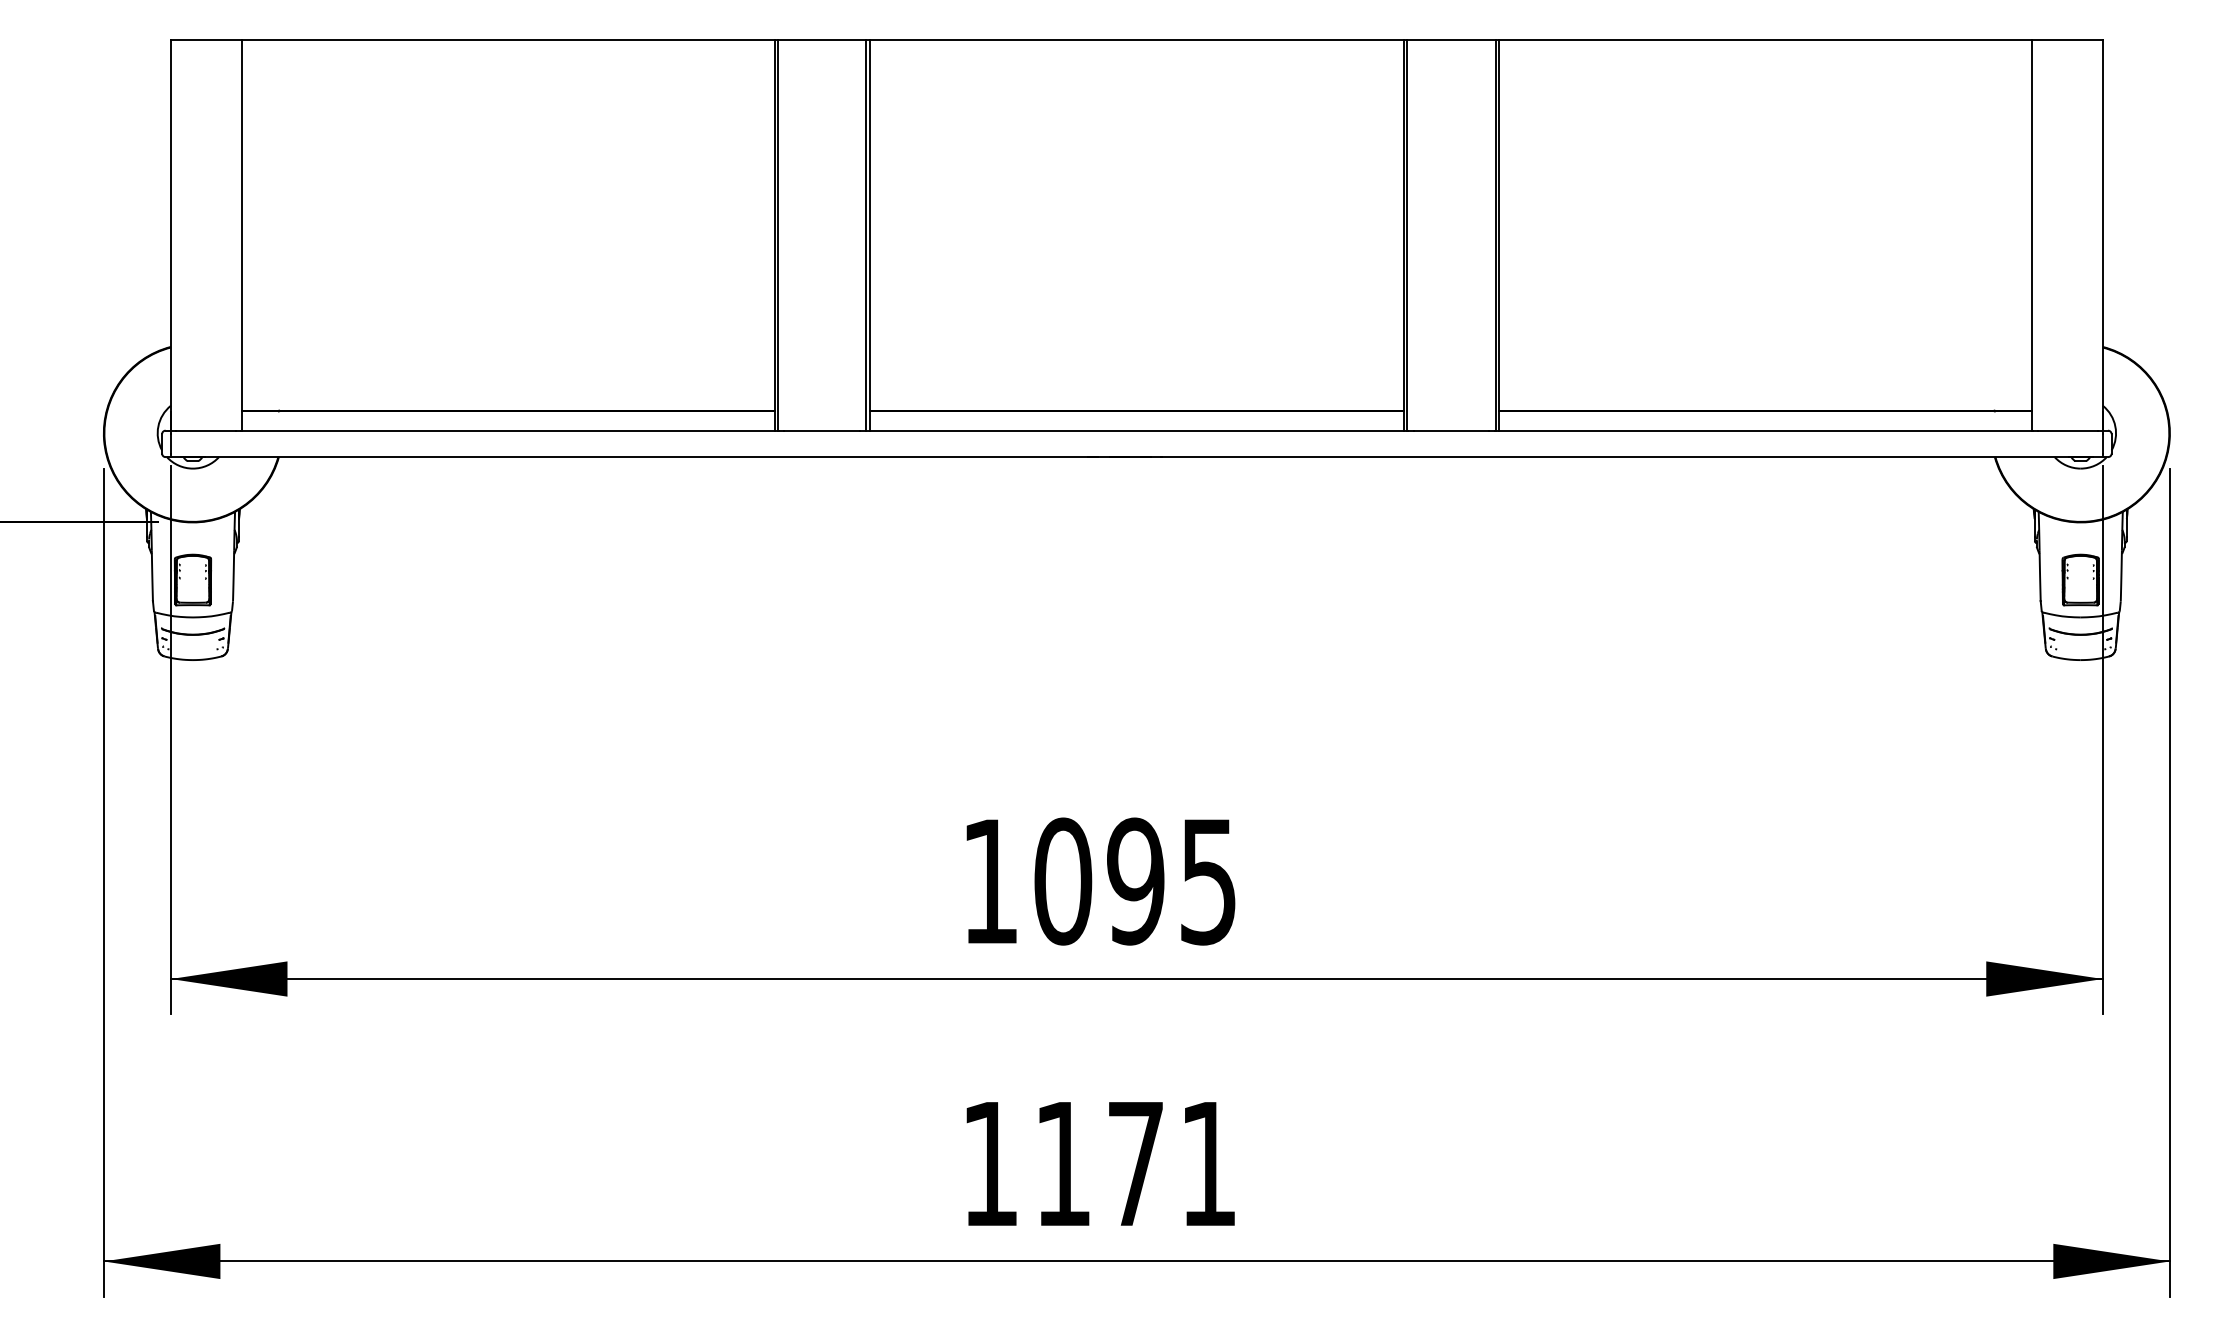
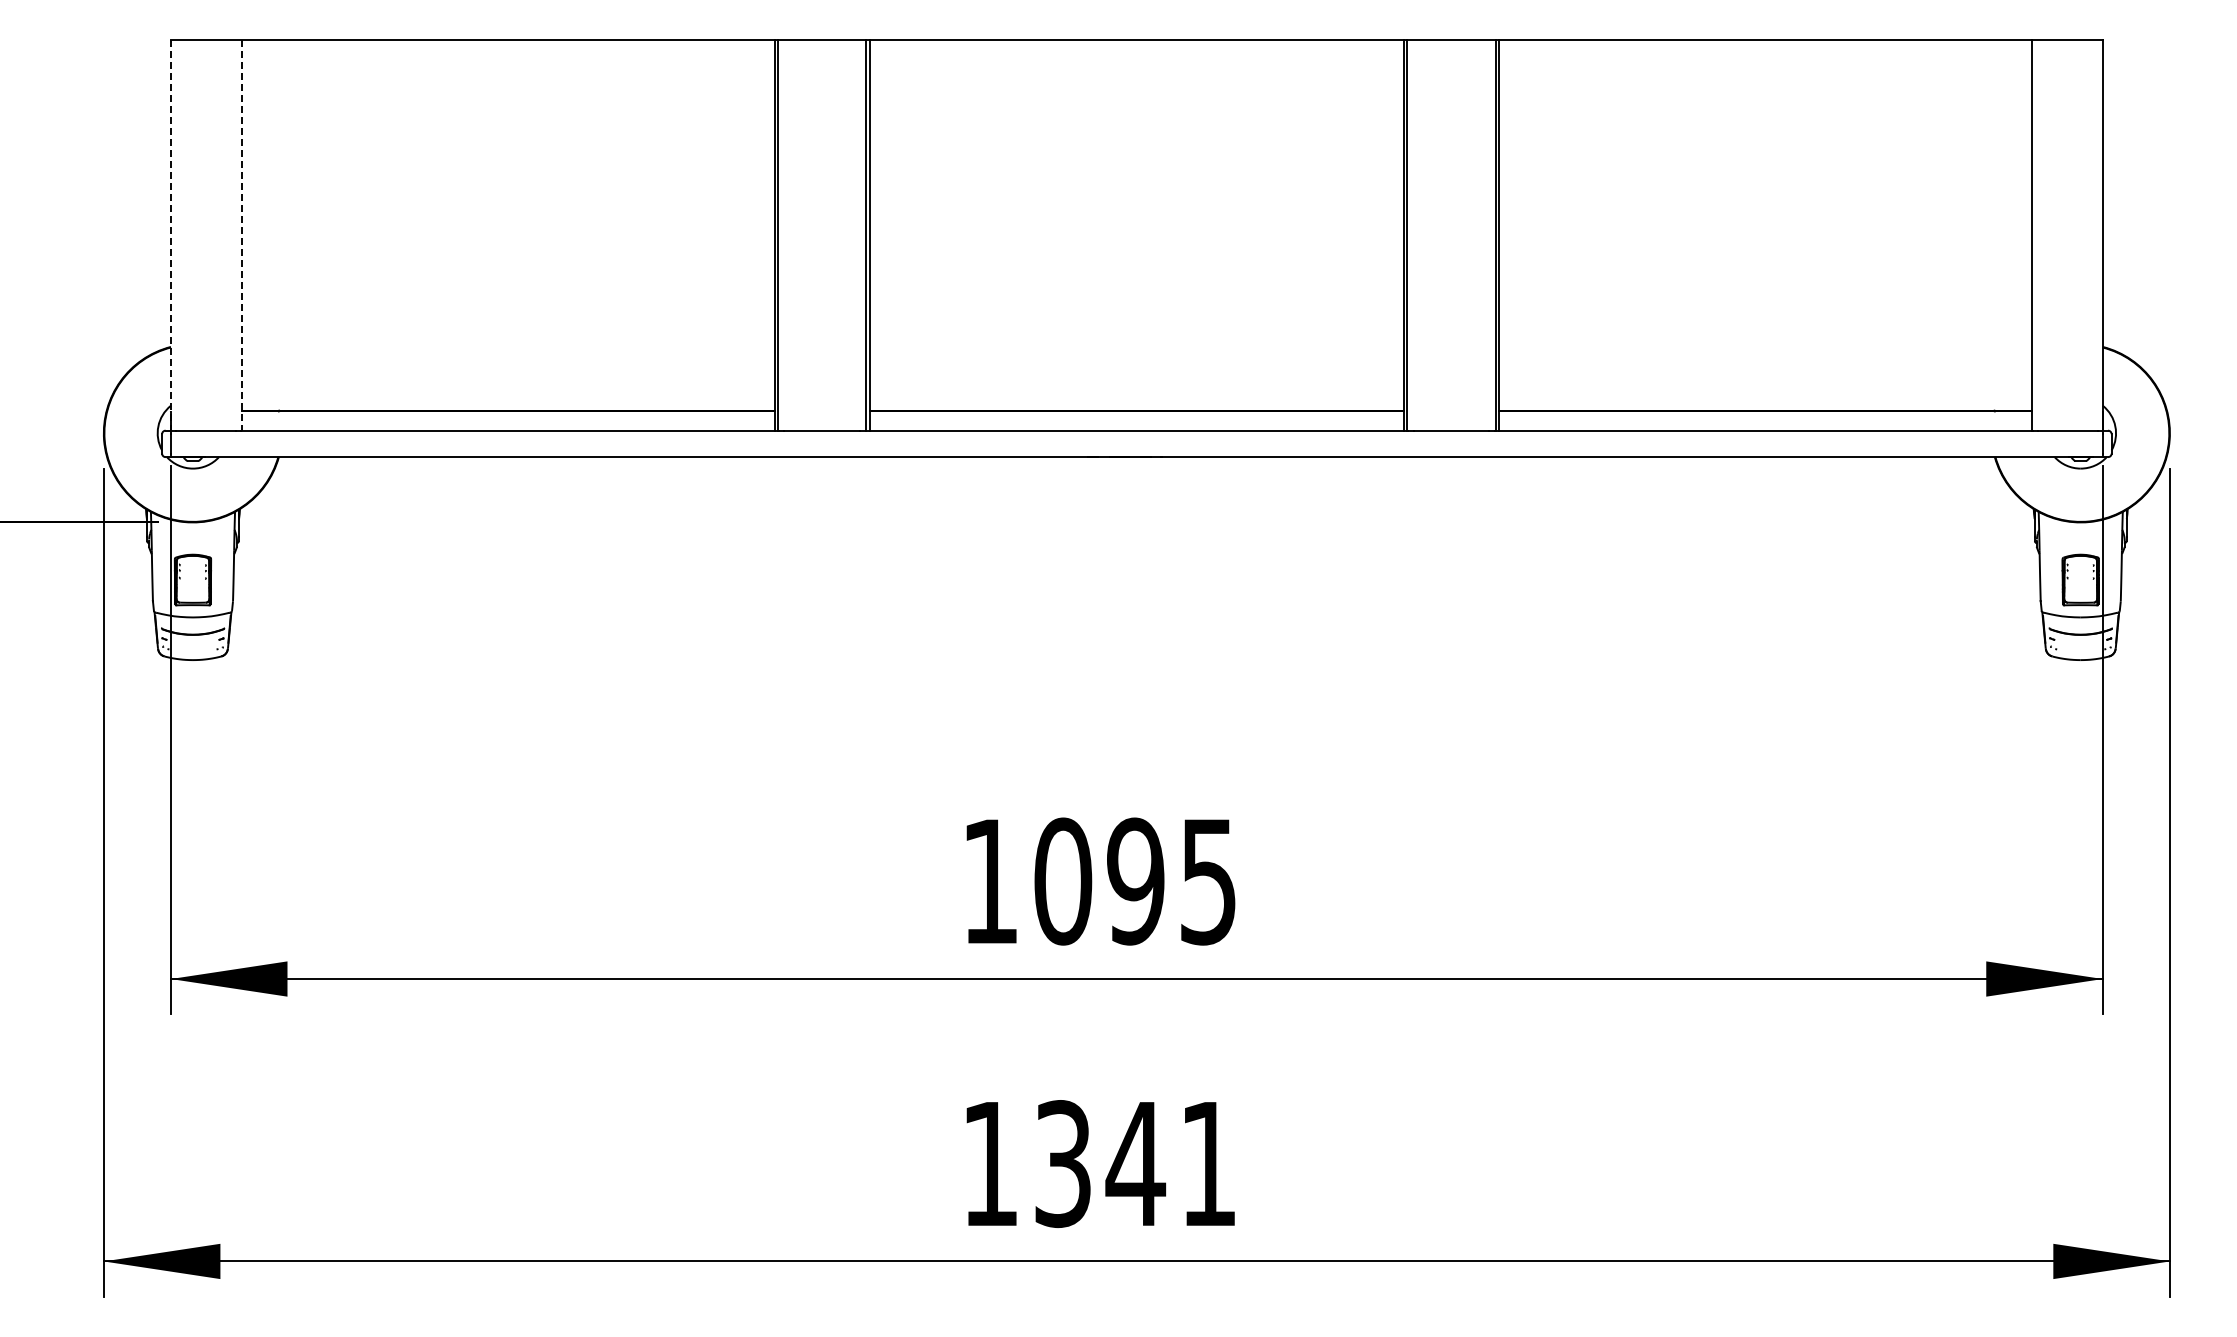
line at (170, 235): solid -> dashed
line at (241, 235): solid -> dashed
text at (1100, 1164): 1171 -> 1341
